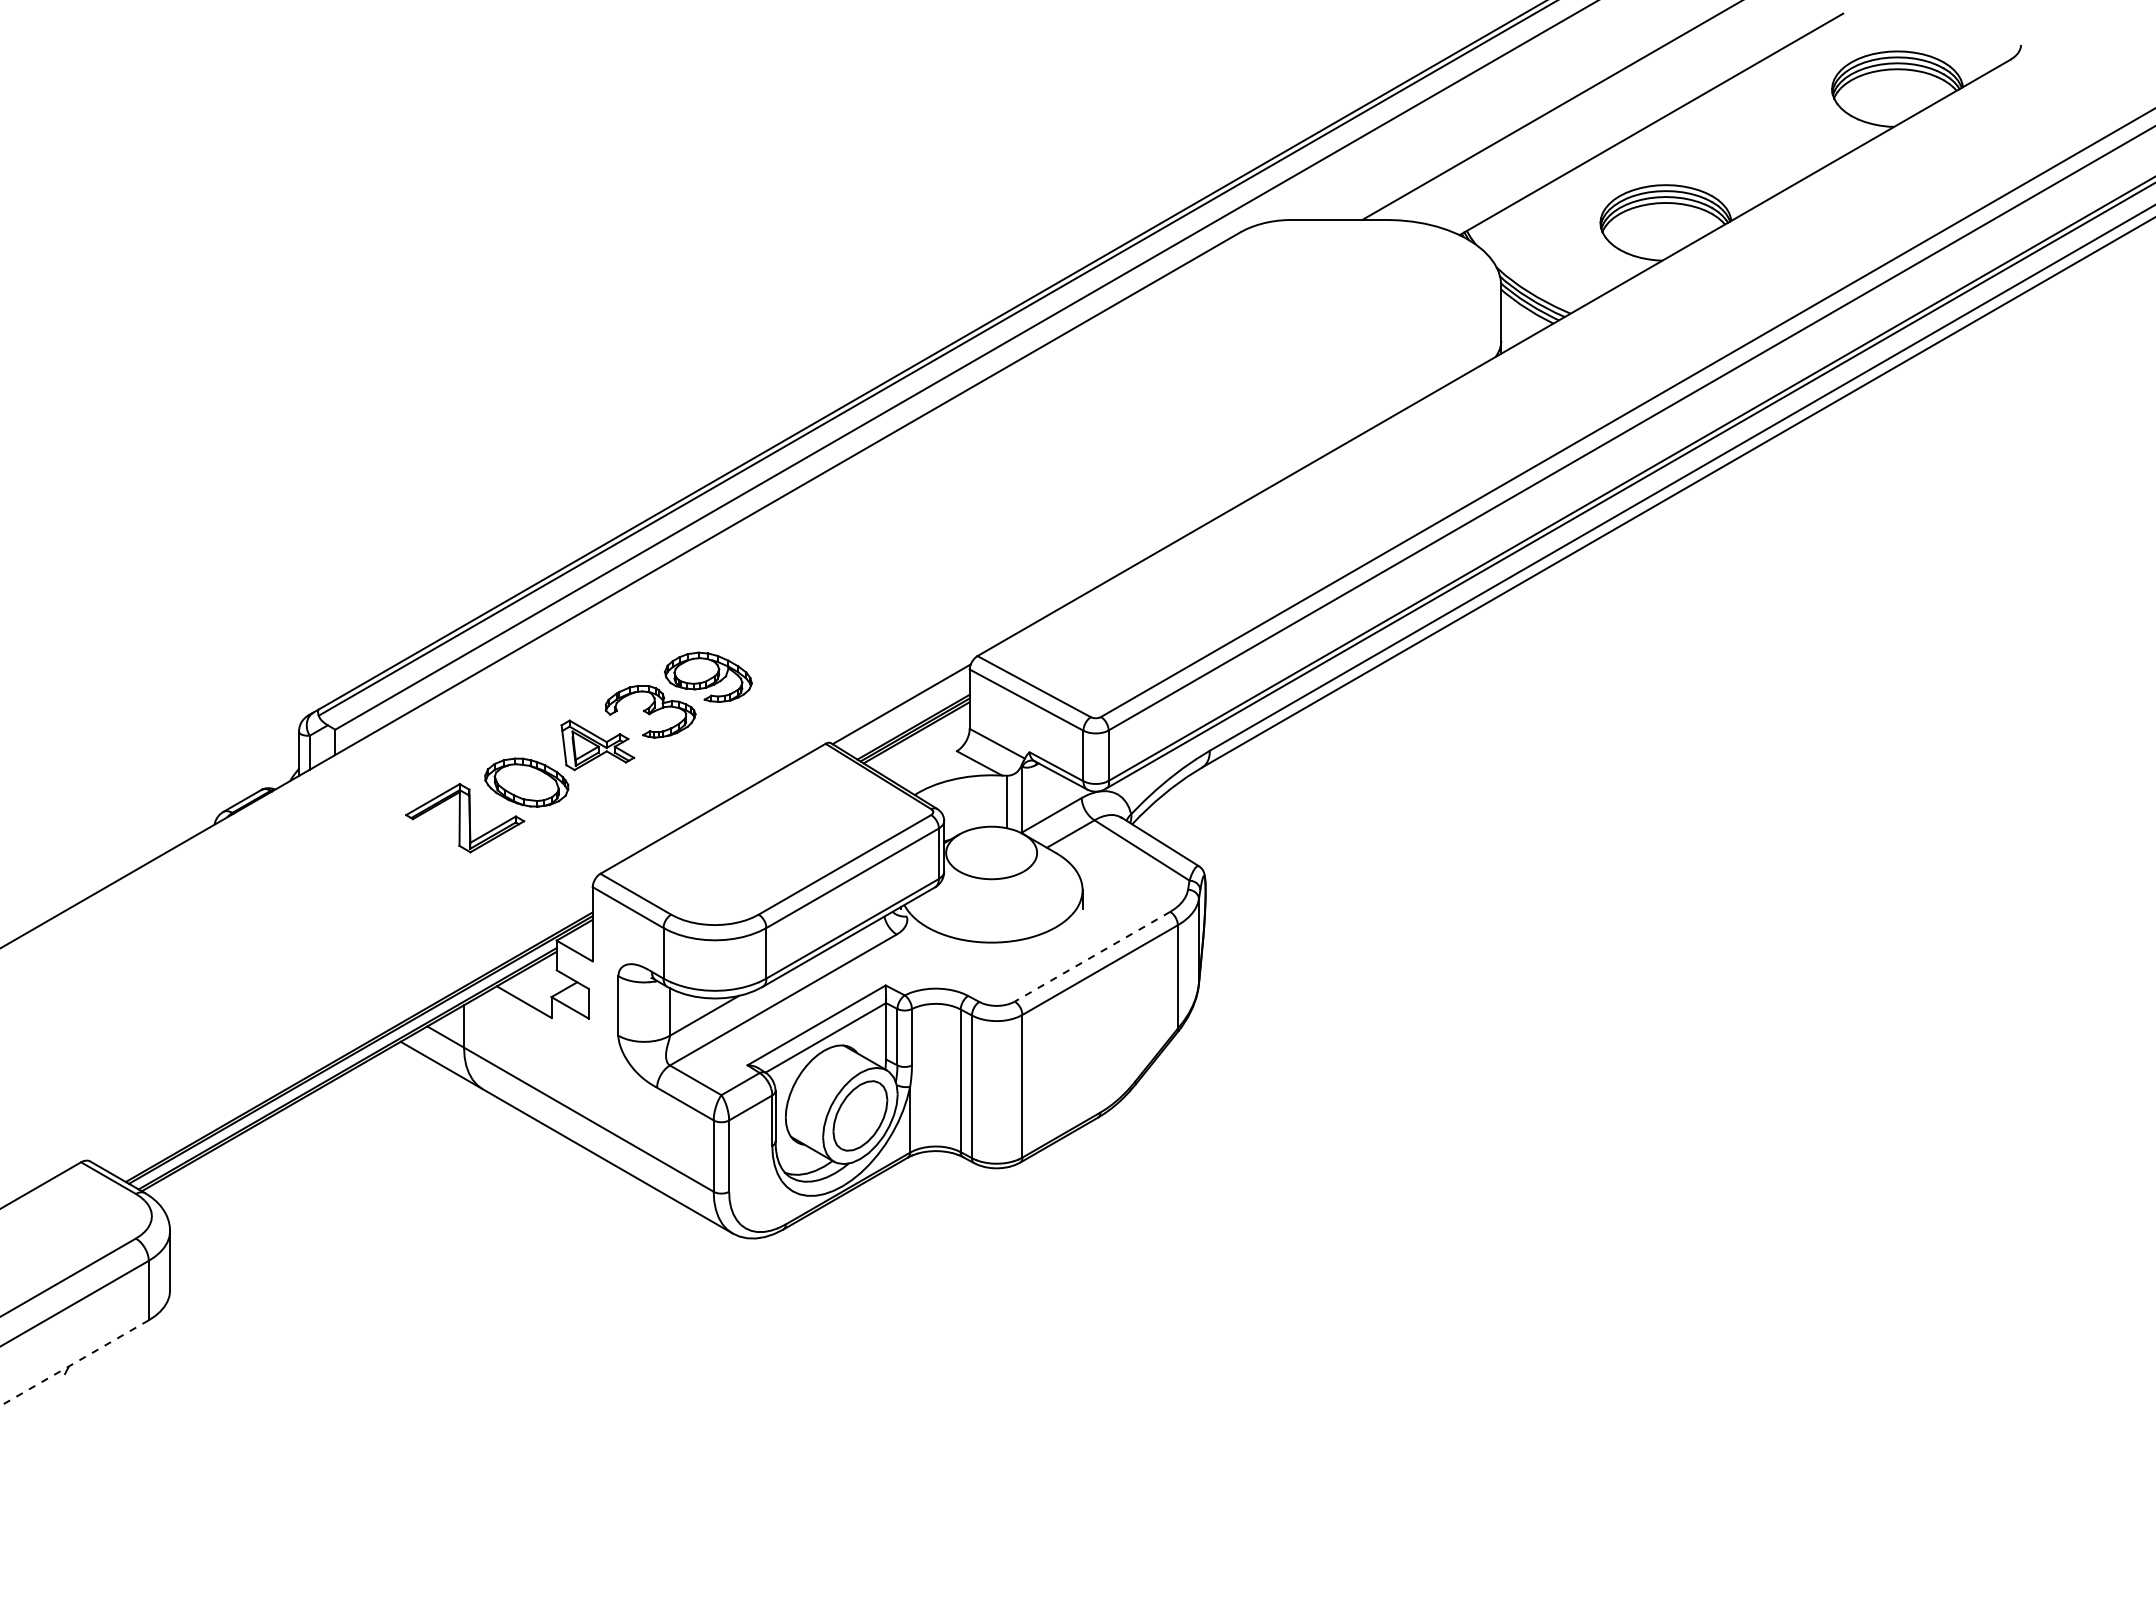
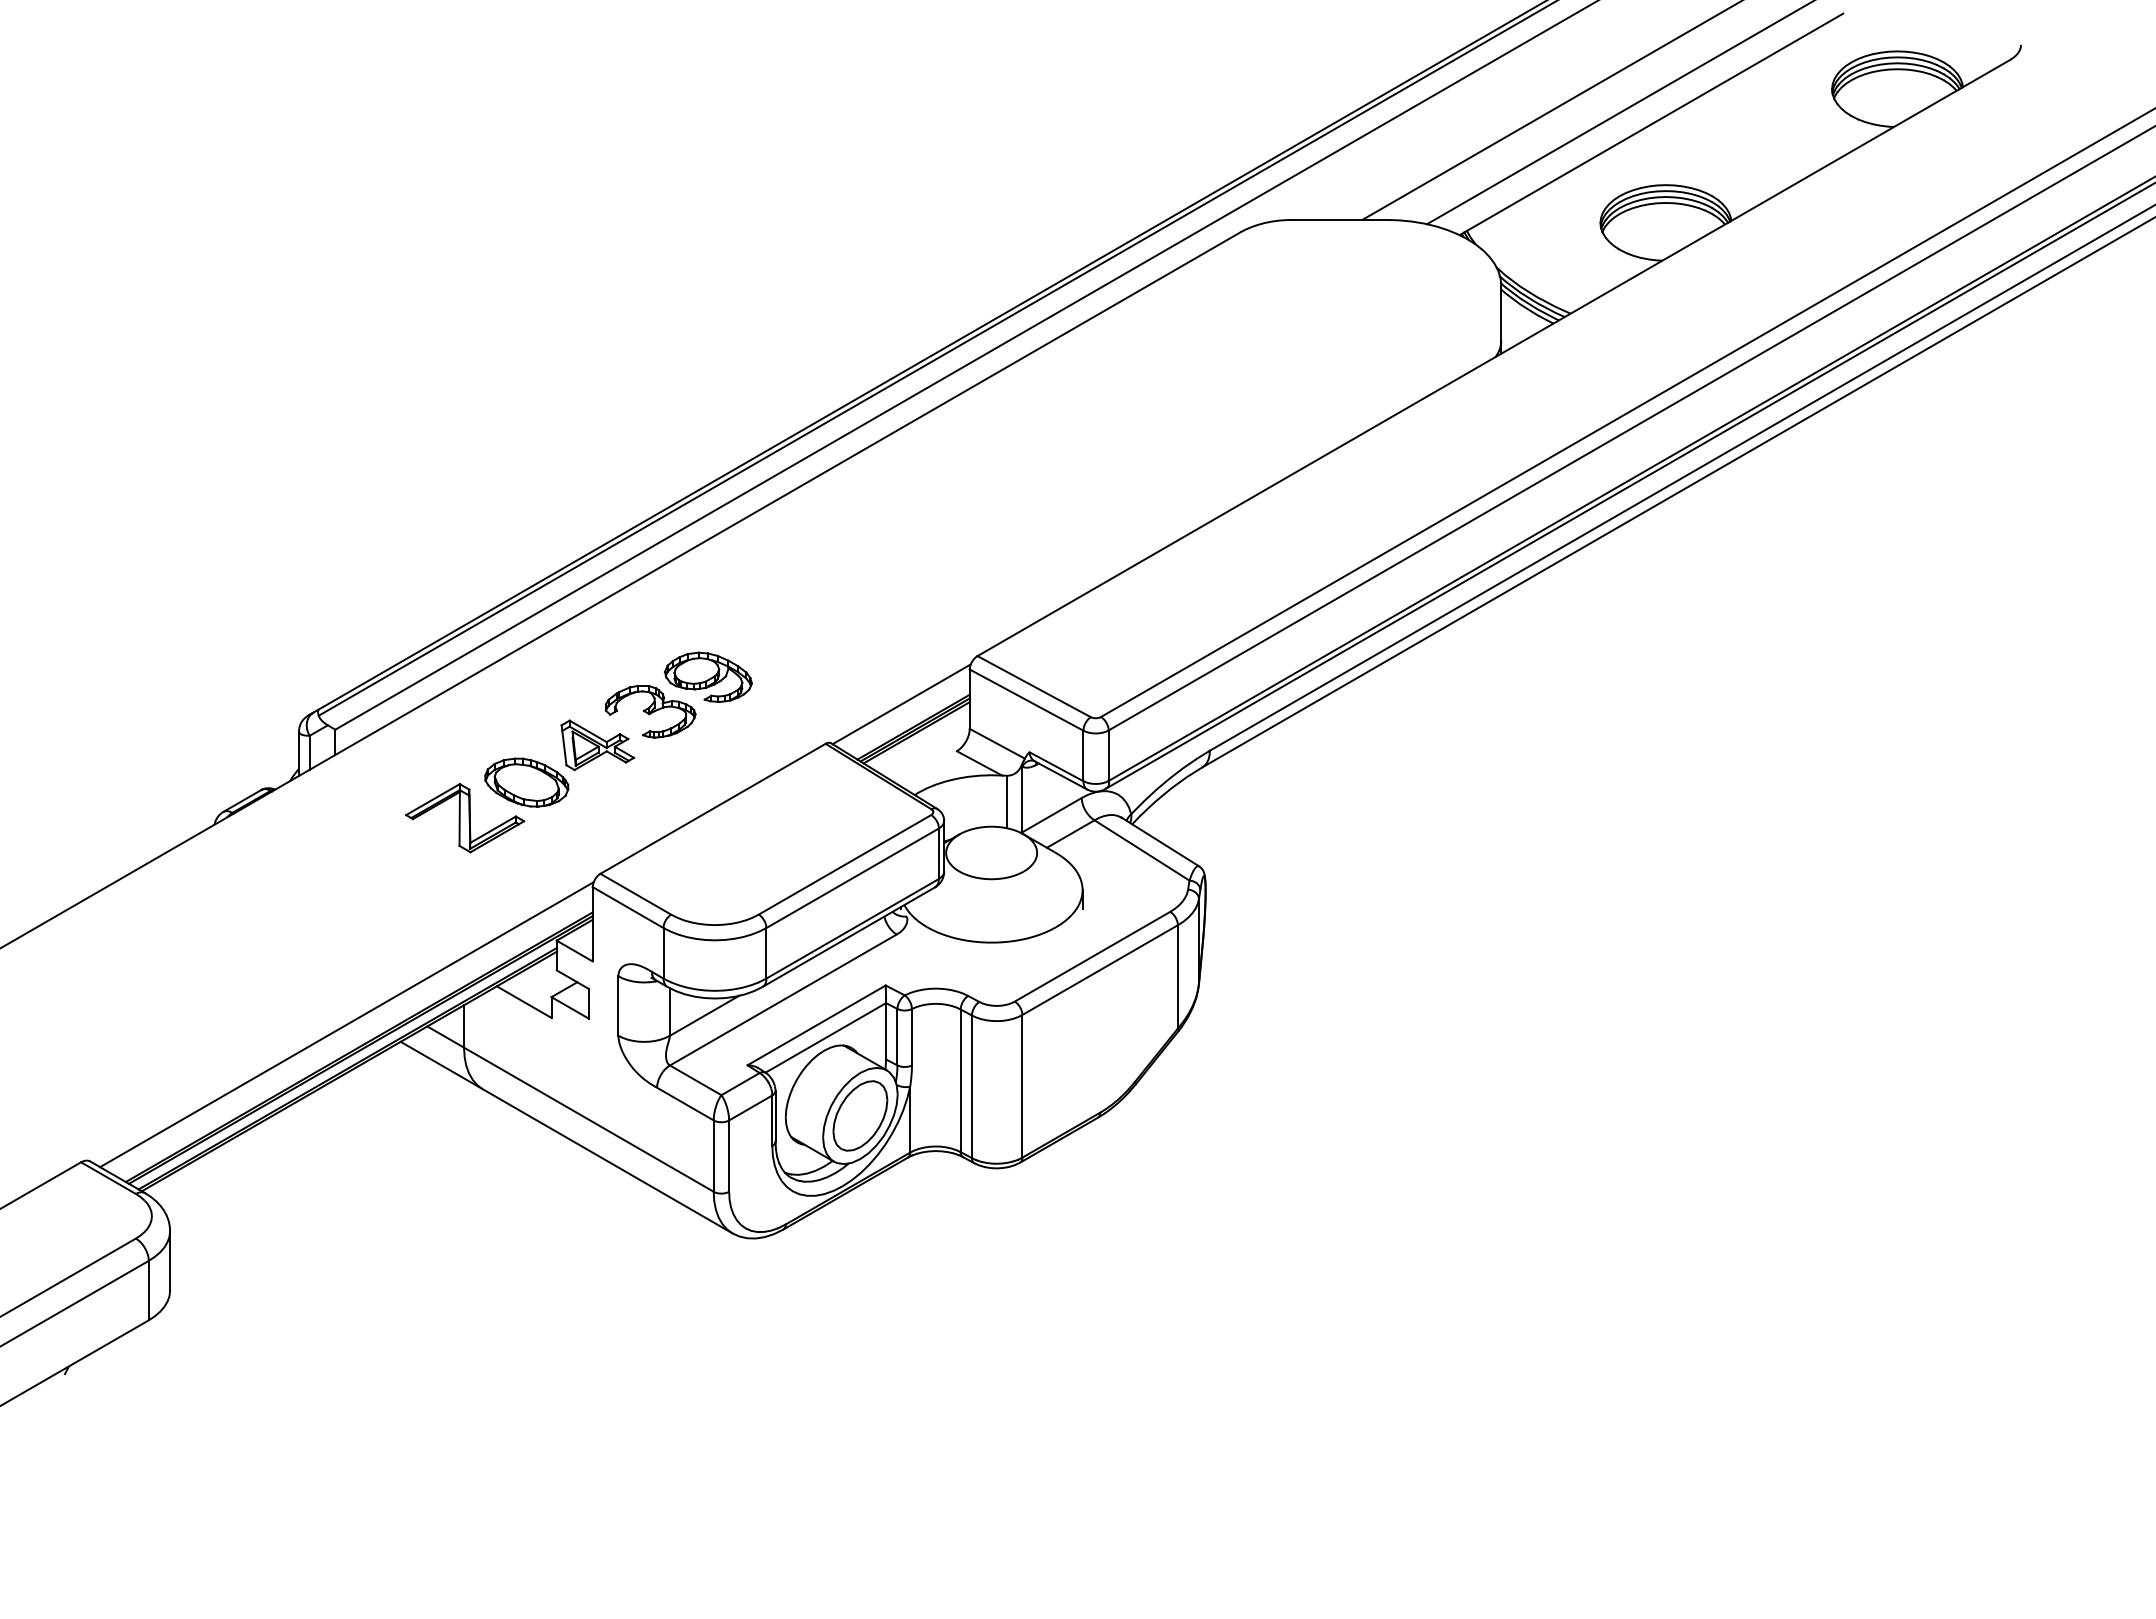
line at (1619, 113): none -> present
line at (1092, 956): dashed -> solid
line at (346, 1024): none -> present
line at (74, 1363): dashed -> solid
